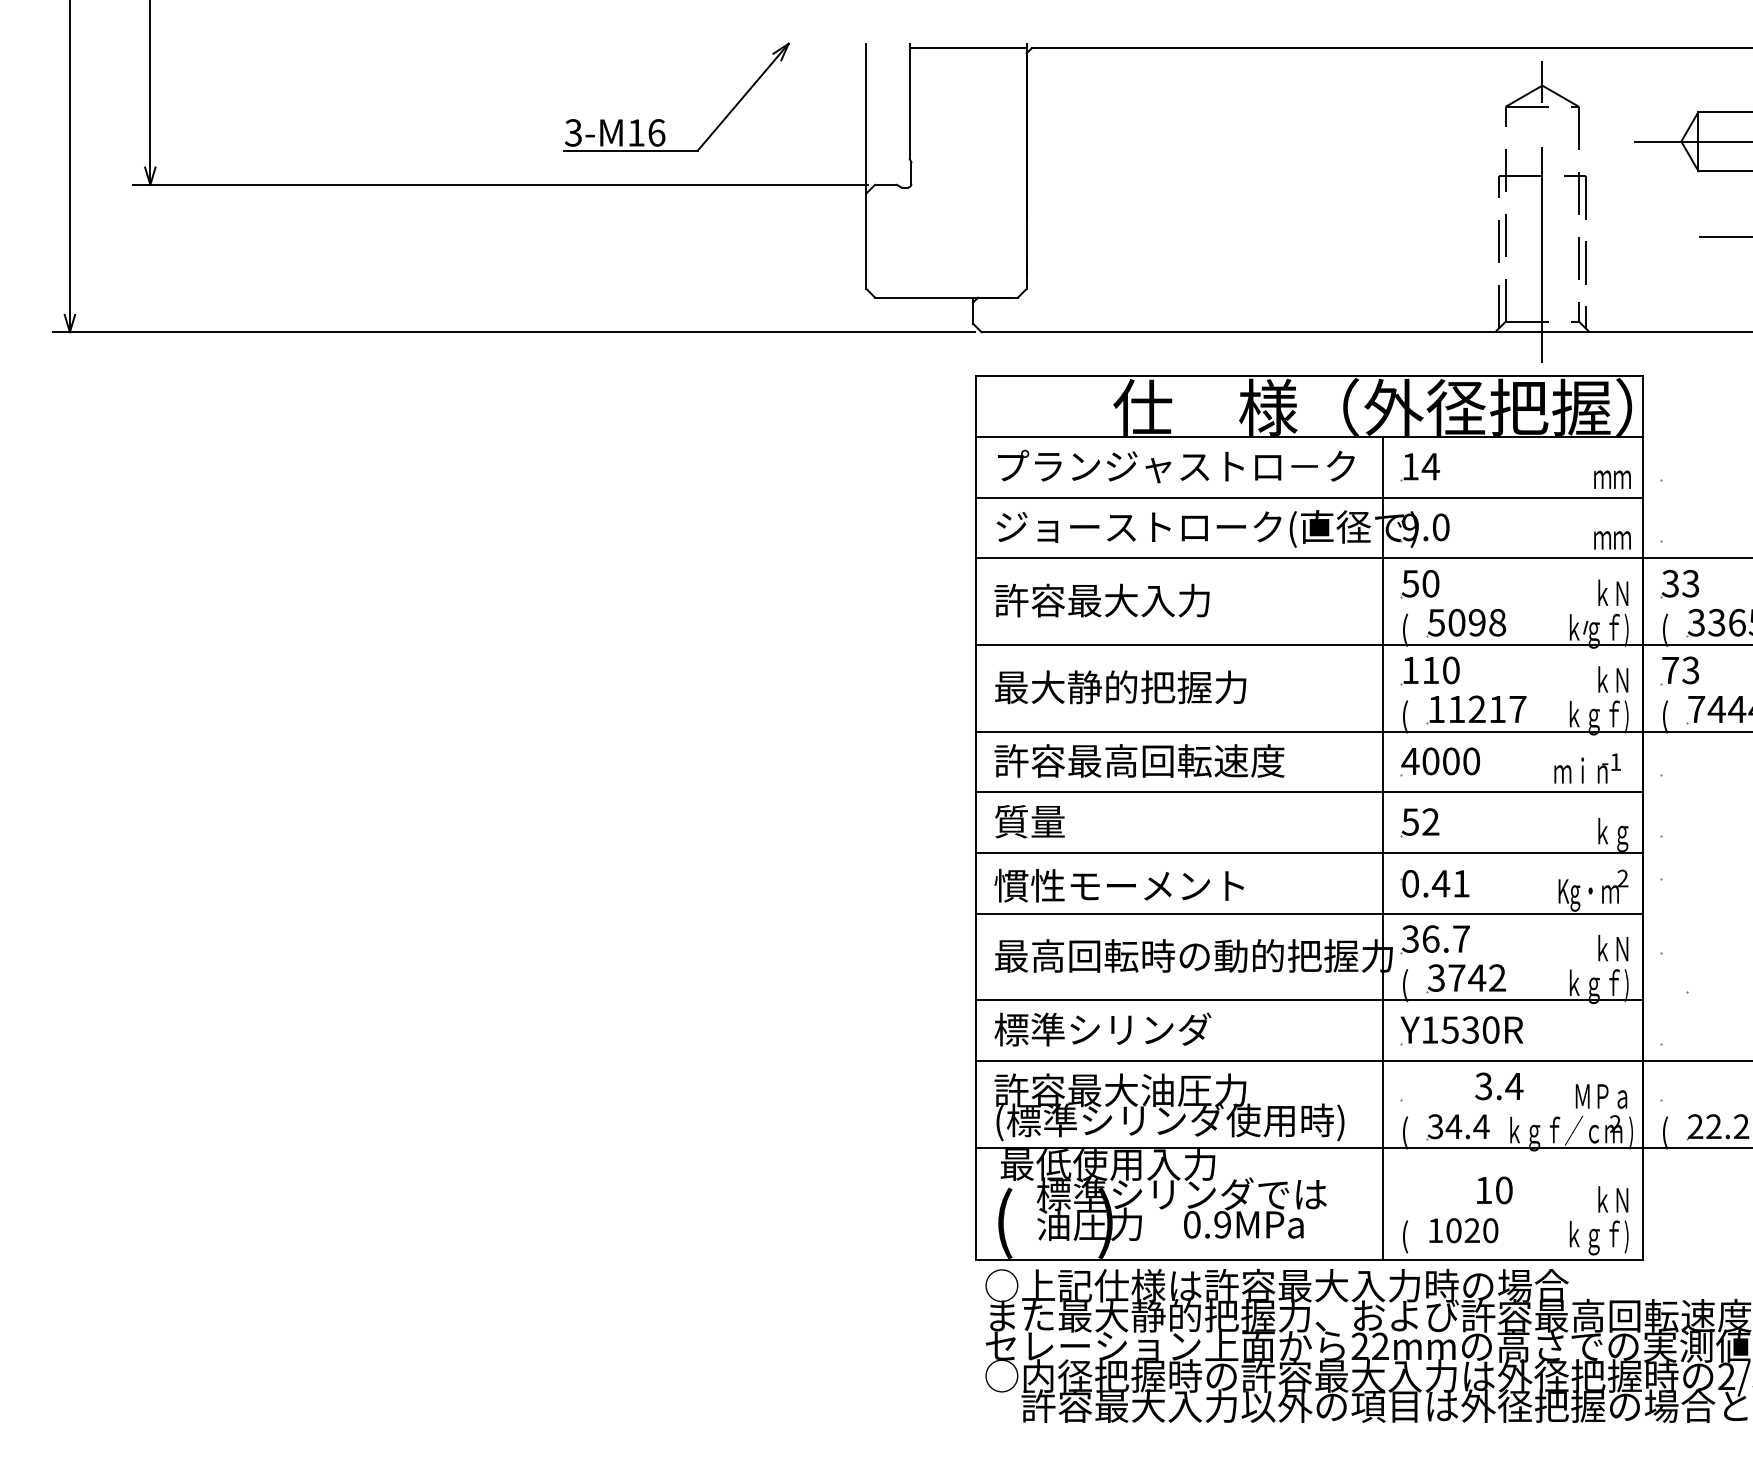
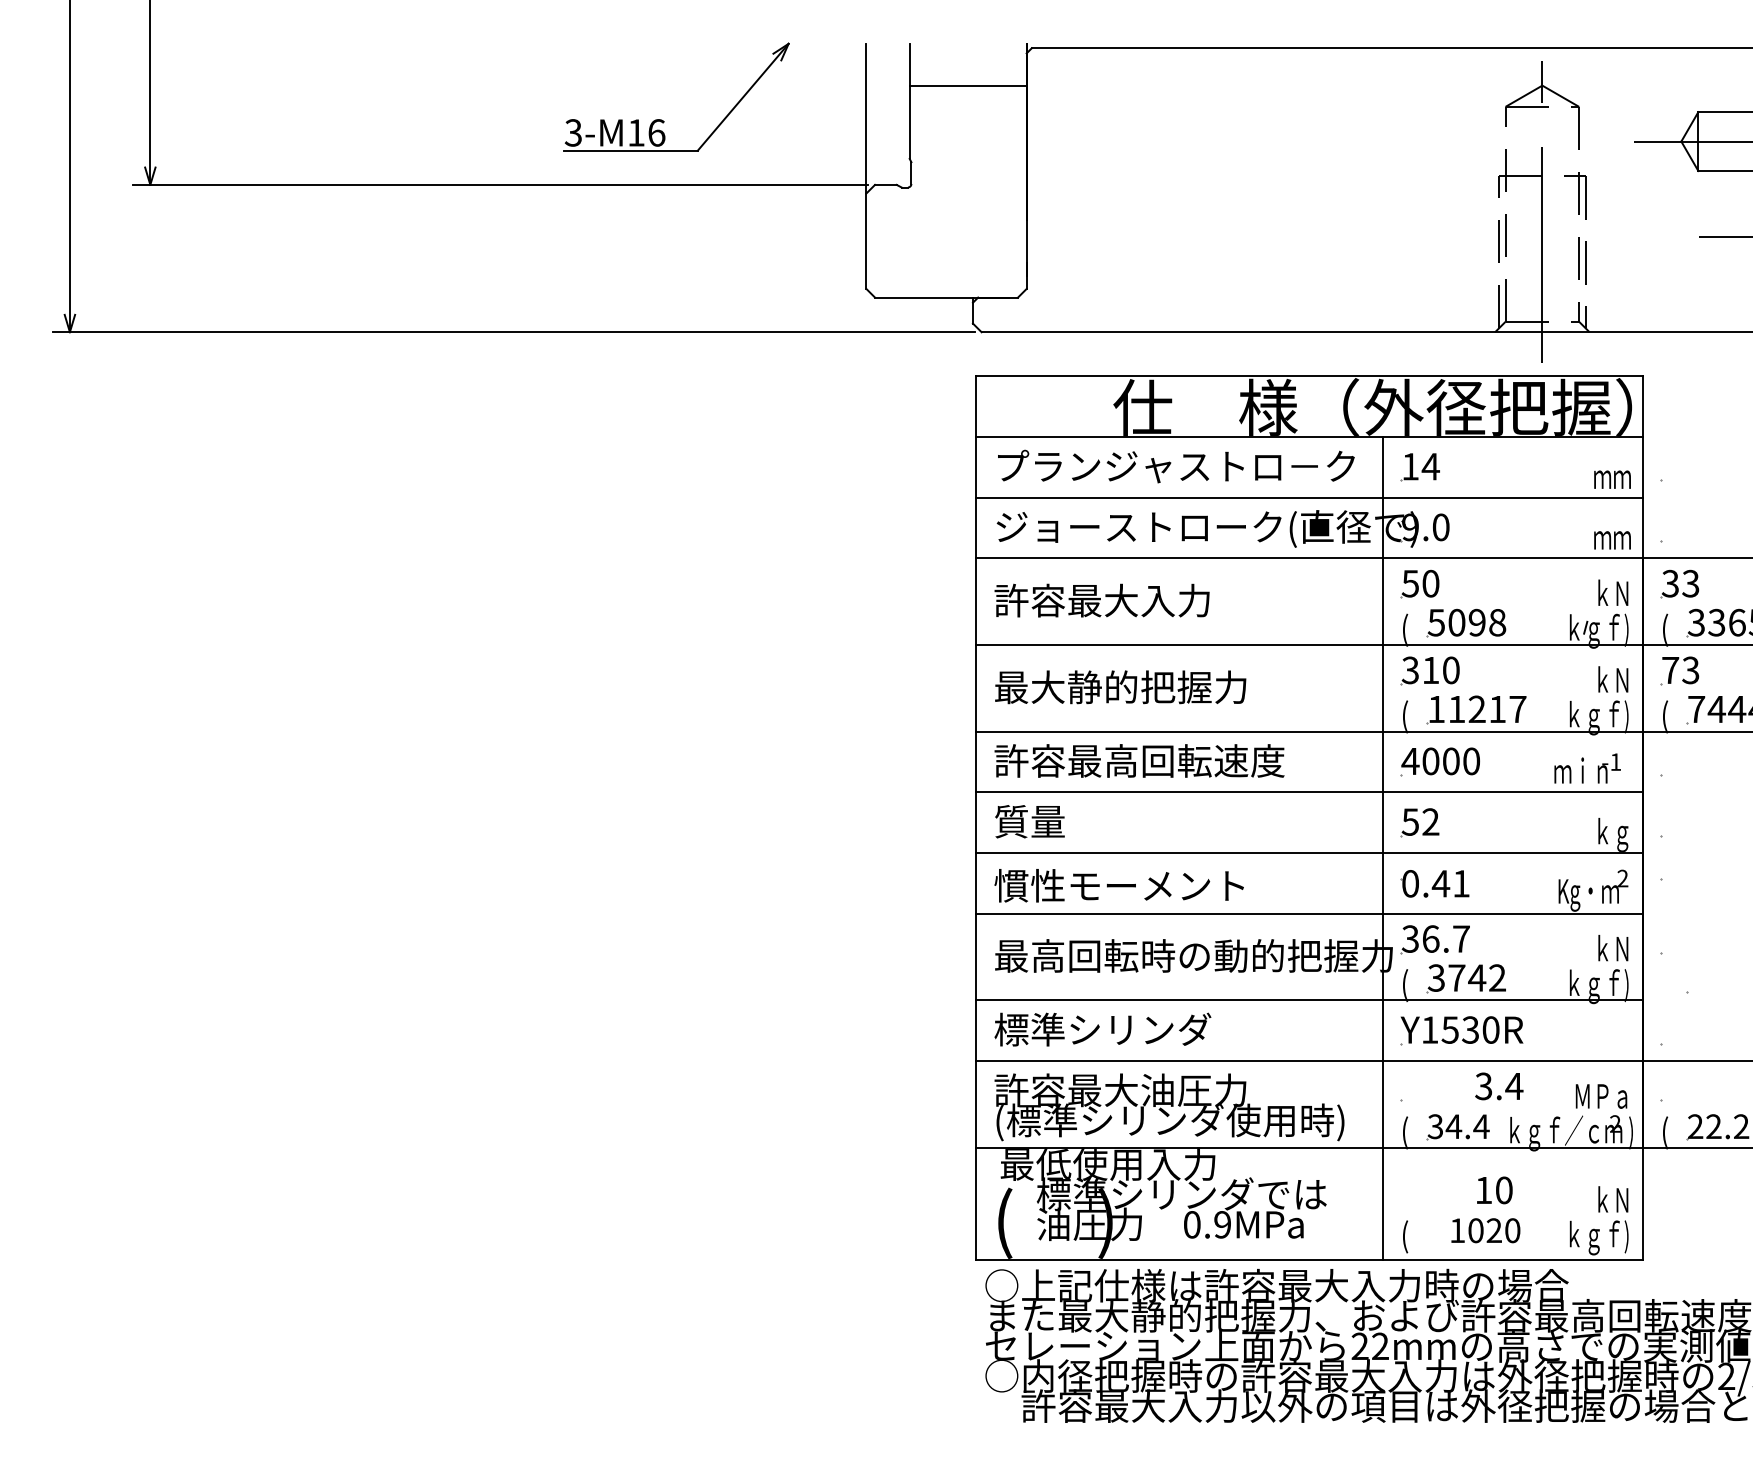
line at (967, 48) position: (967, 48) -> (967, 86)
text at (1409, 670): 110 -> 310
text at (1463, 1230) position: (1463, 1230) -> (1485, 1230)
